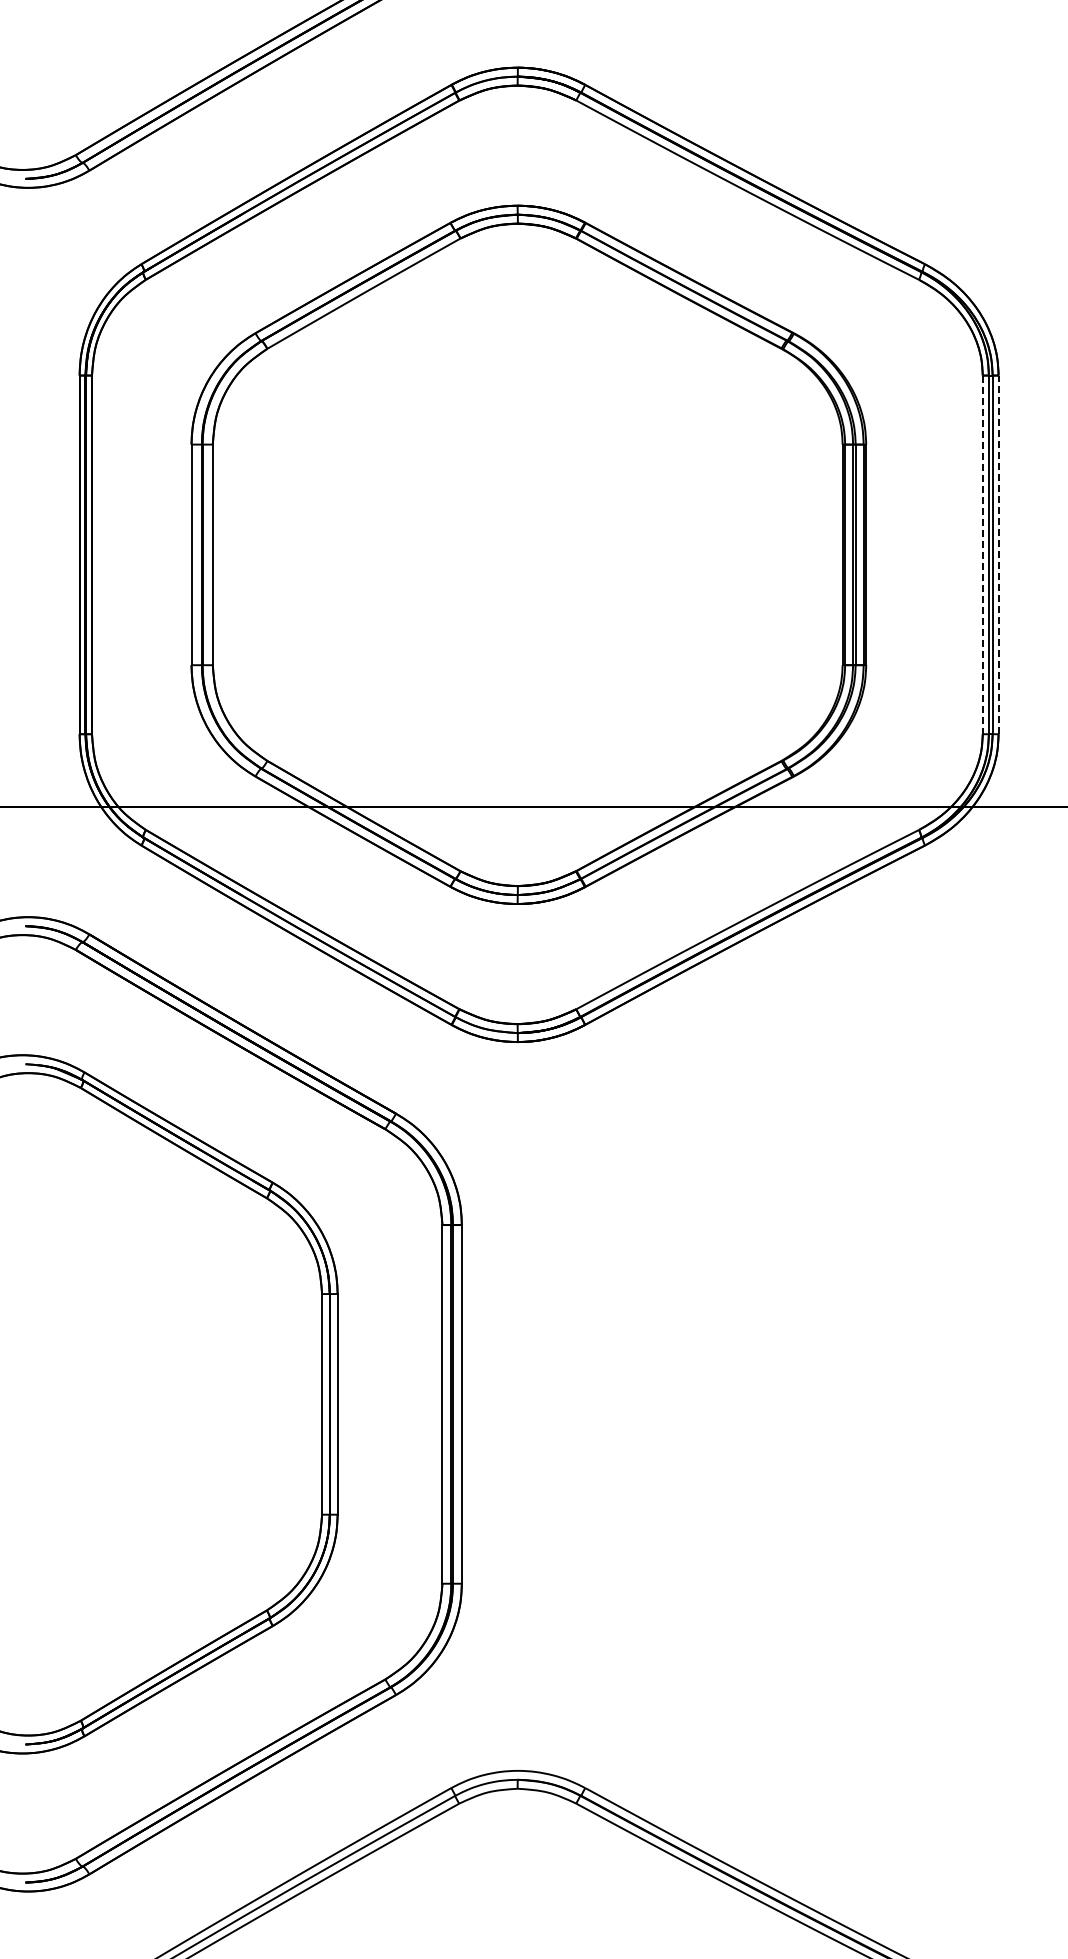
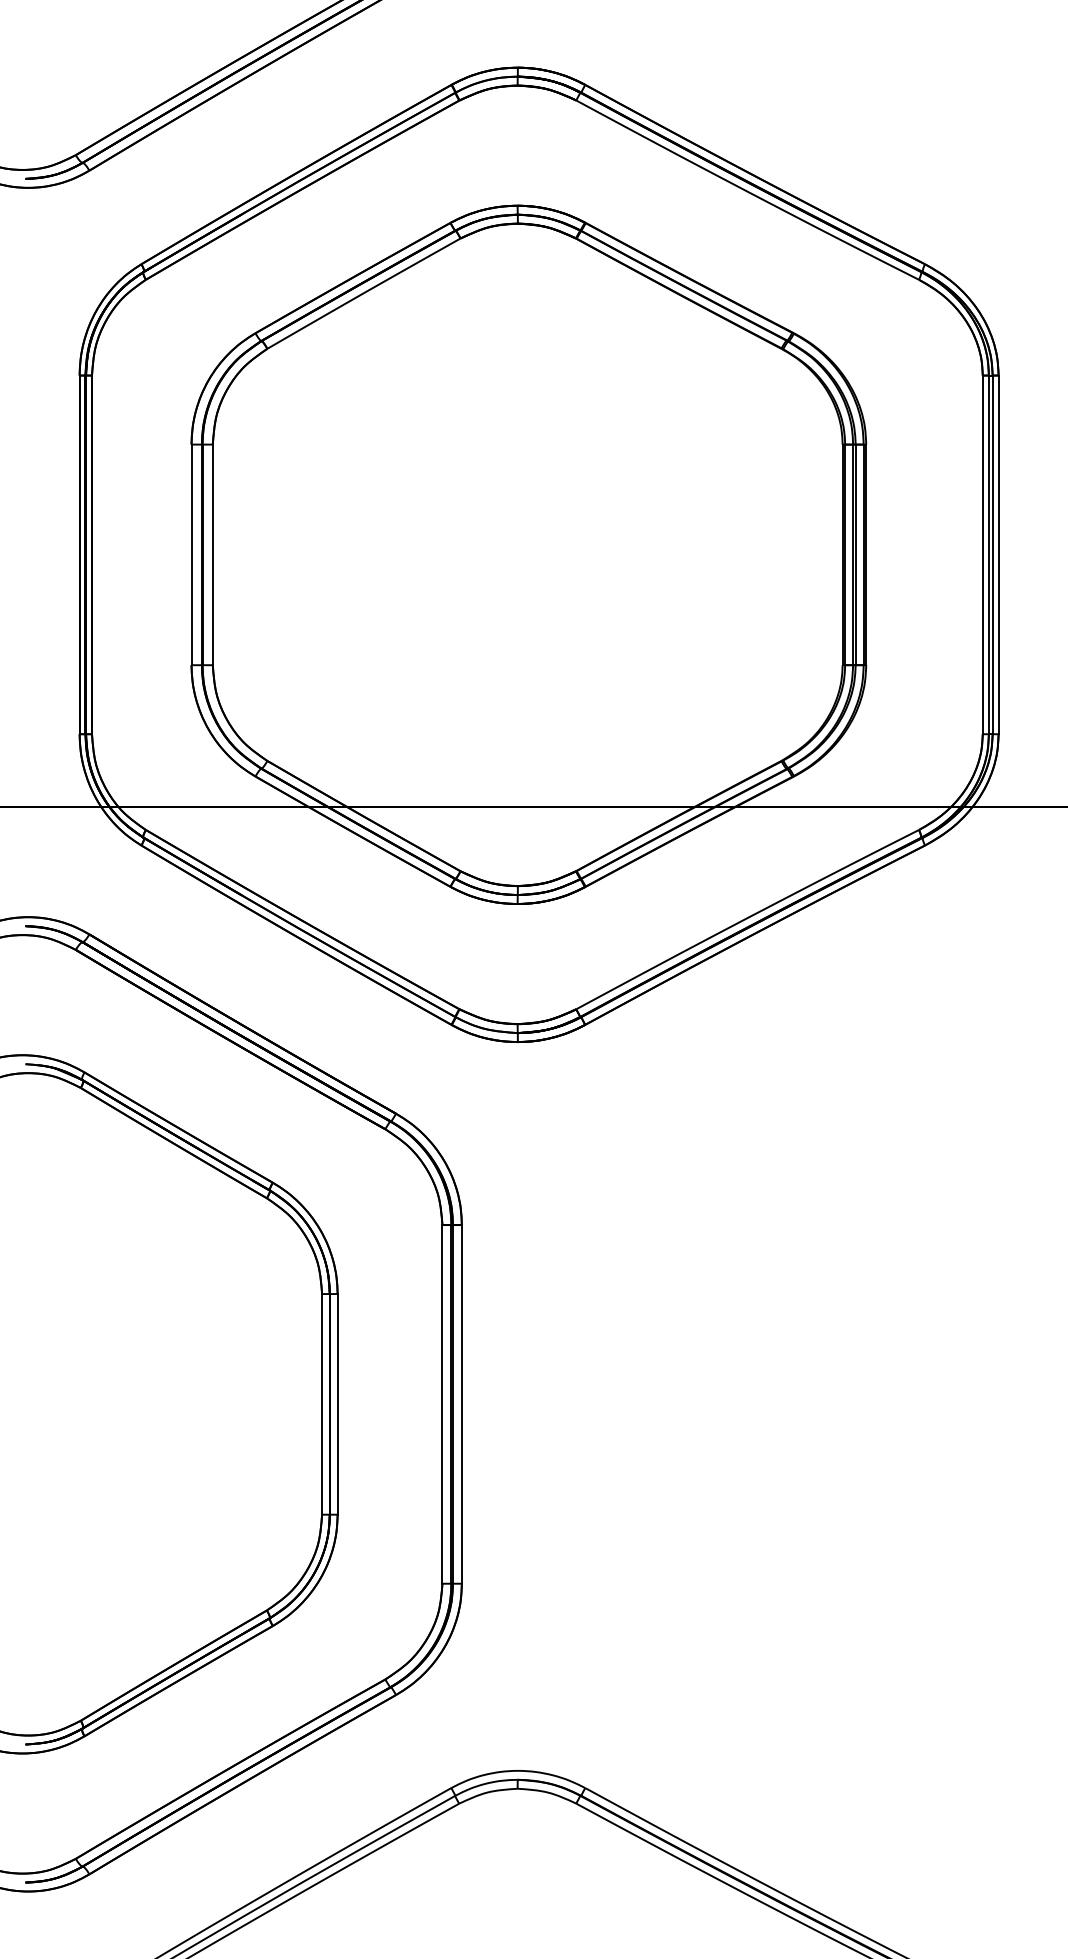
line at (998, 554): dashed -> solid
line at (982, 555): dashed -> solid
